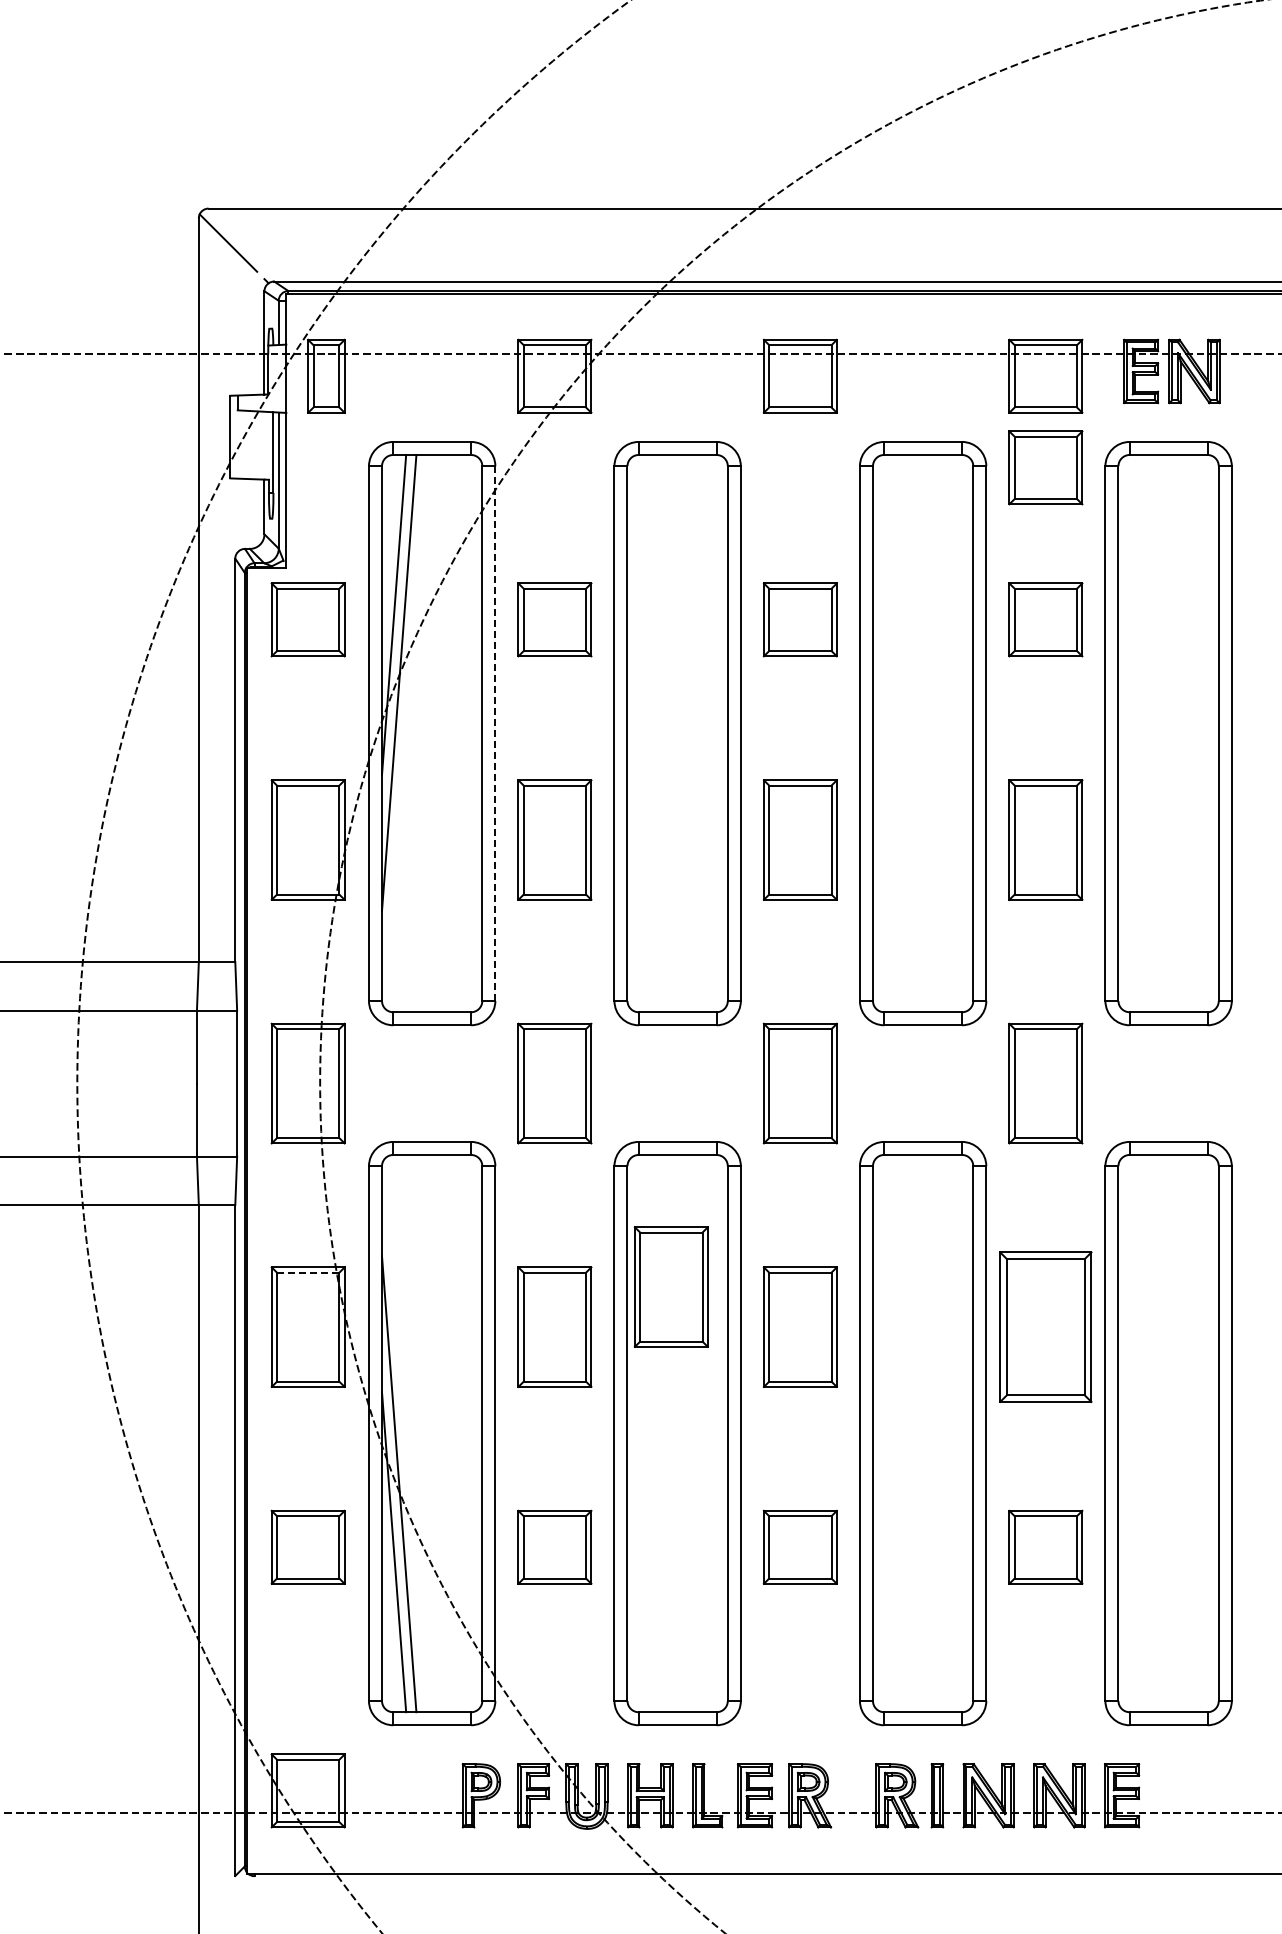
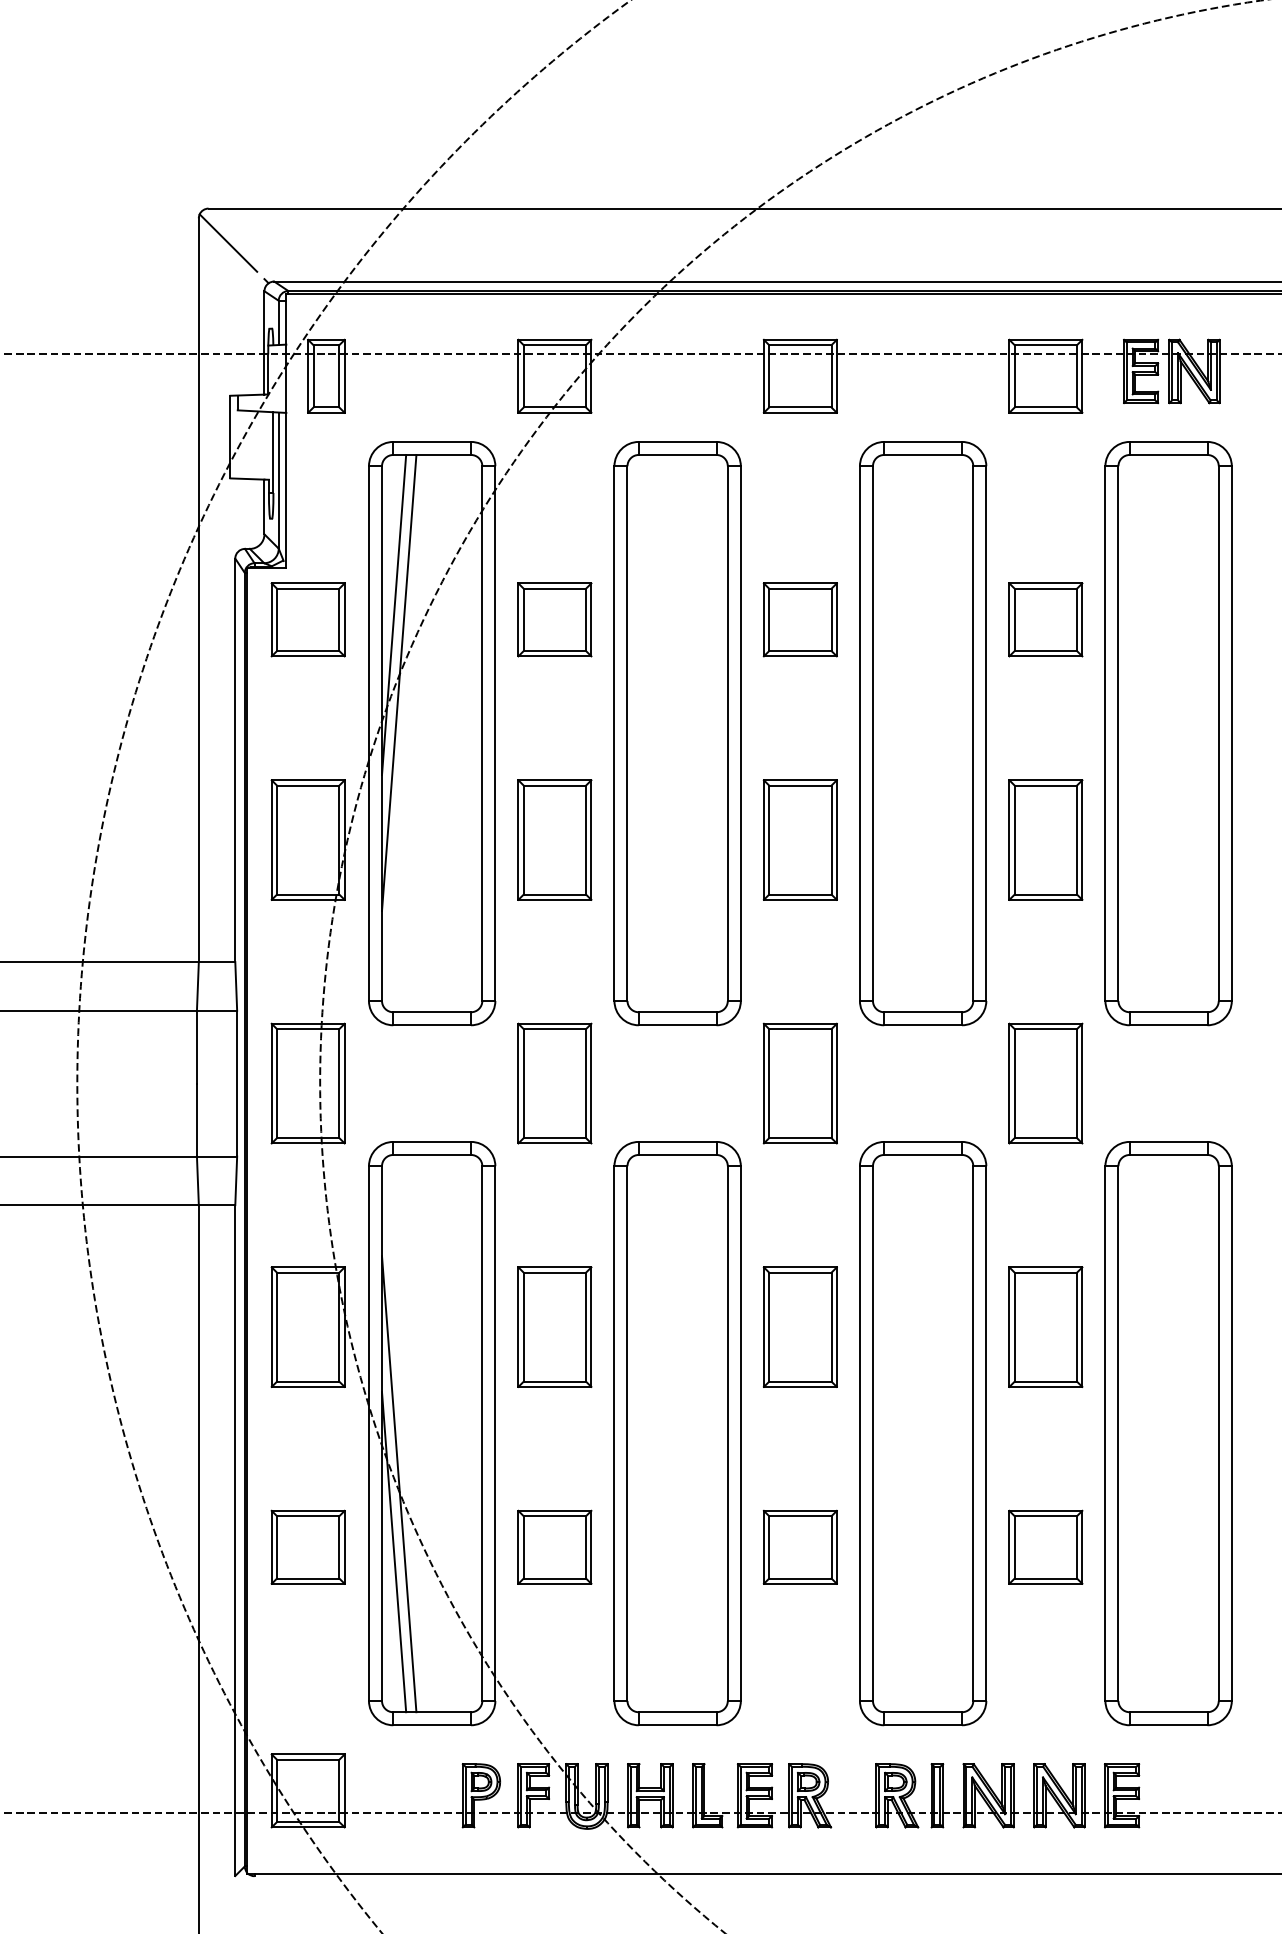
part at (1045, 467): present -> none
line at (495, 733): dashed -> solid
line at (307, 1272): dashed -> solid
part at (670, 1286): present -> none
part at (1045, 1326) size: 94x152 px -> 76x122 px
